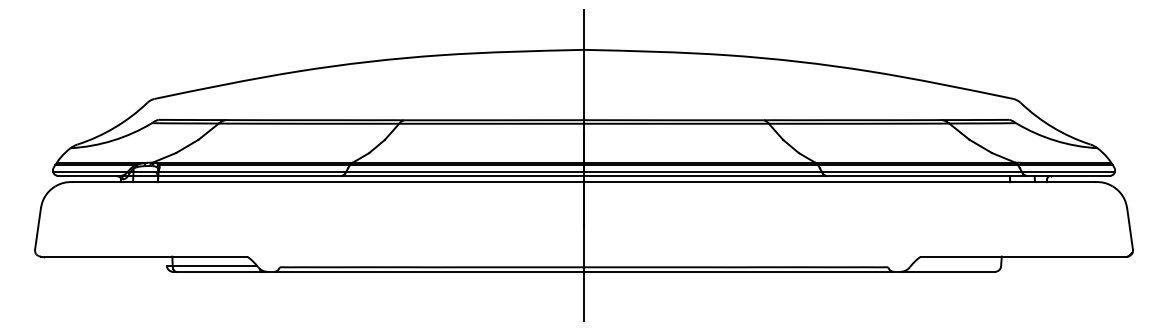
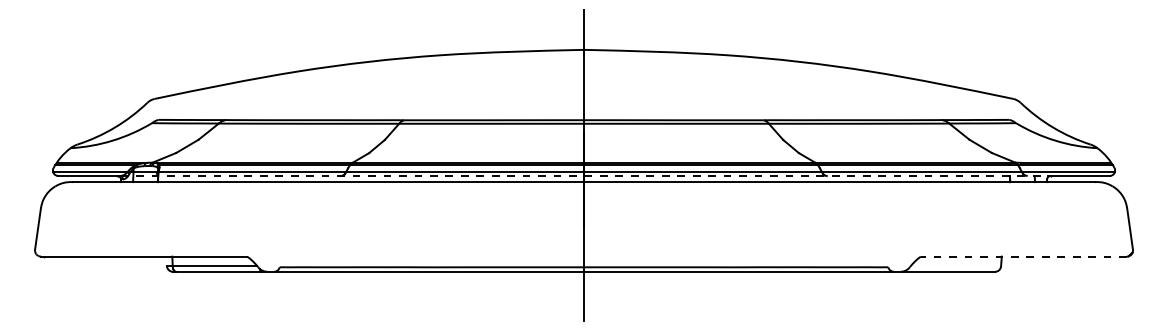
line at (584, 176): solid -> dashed
line at (1023, 256): solid -> dashed
